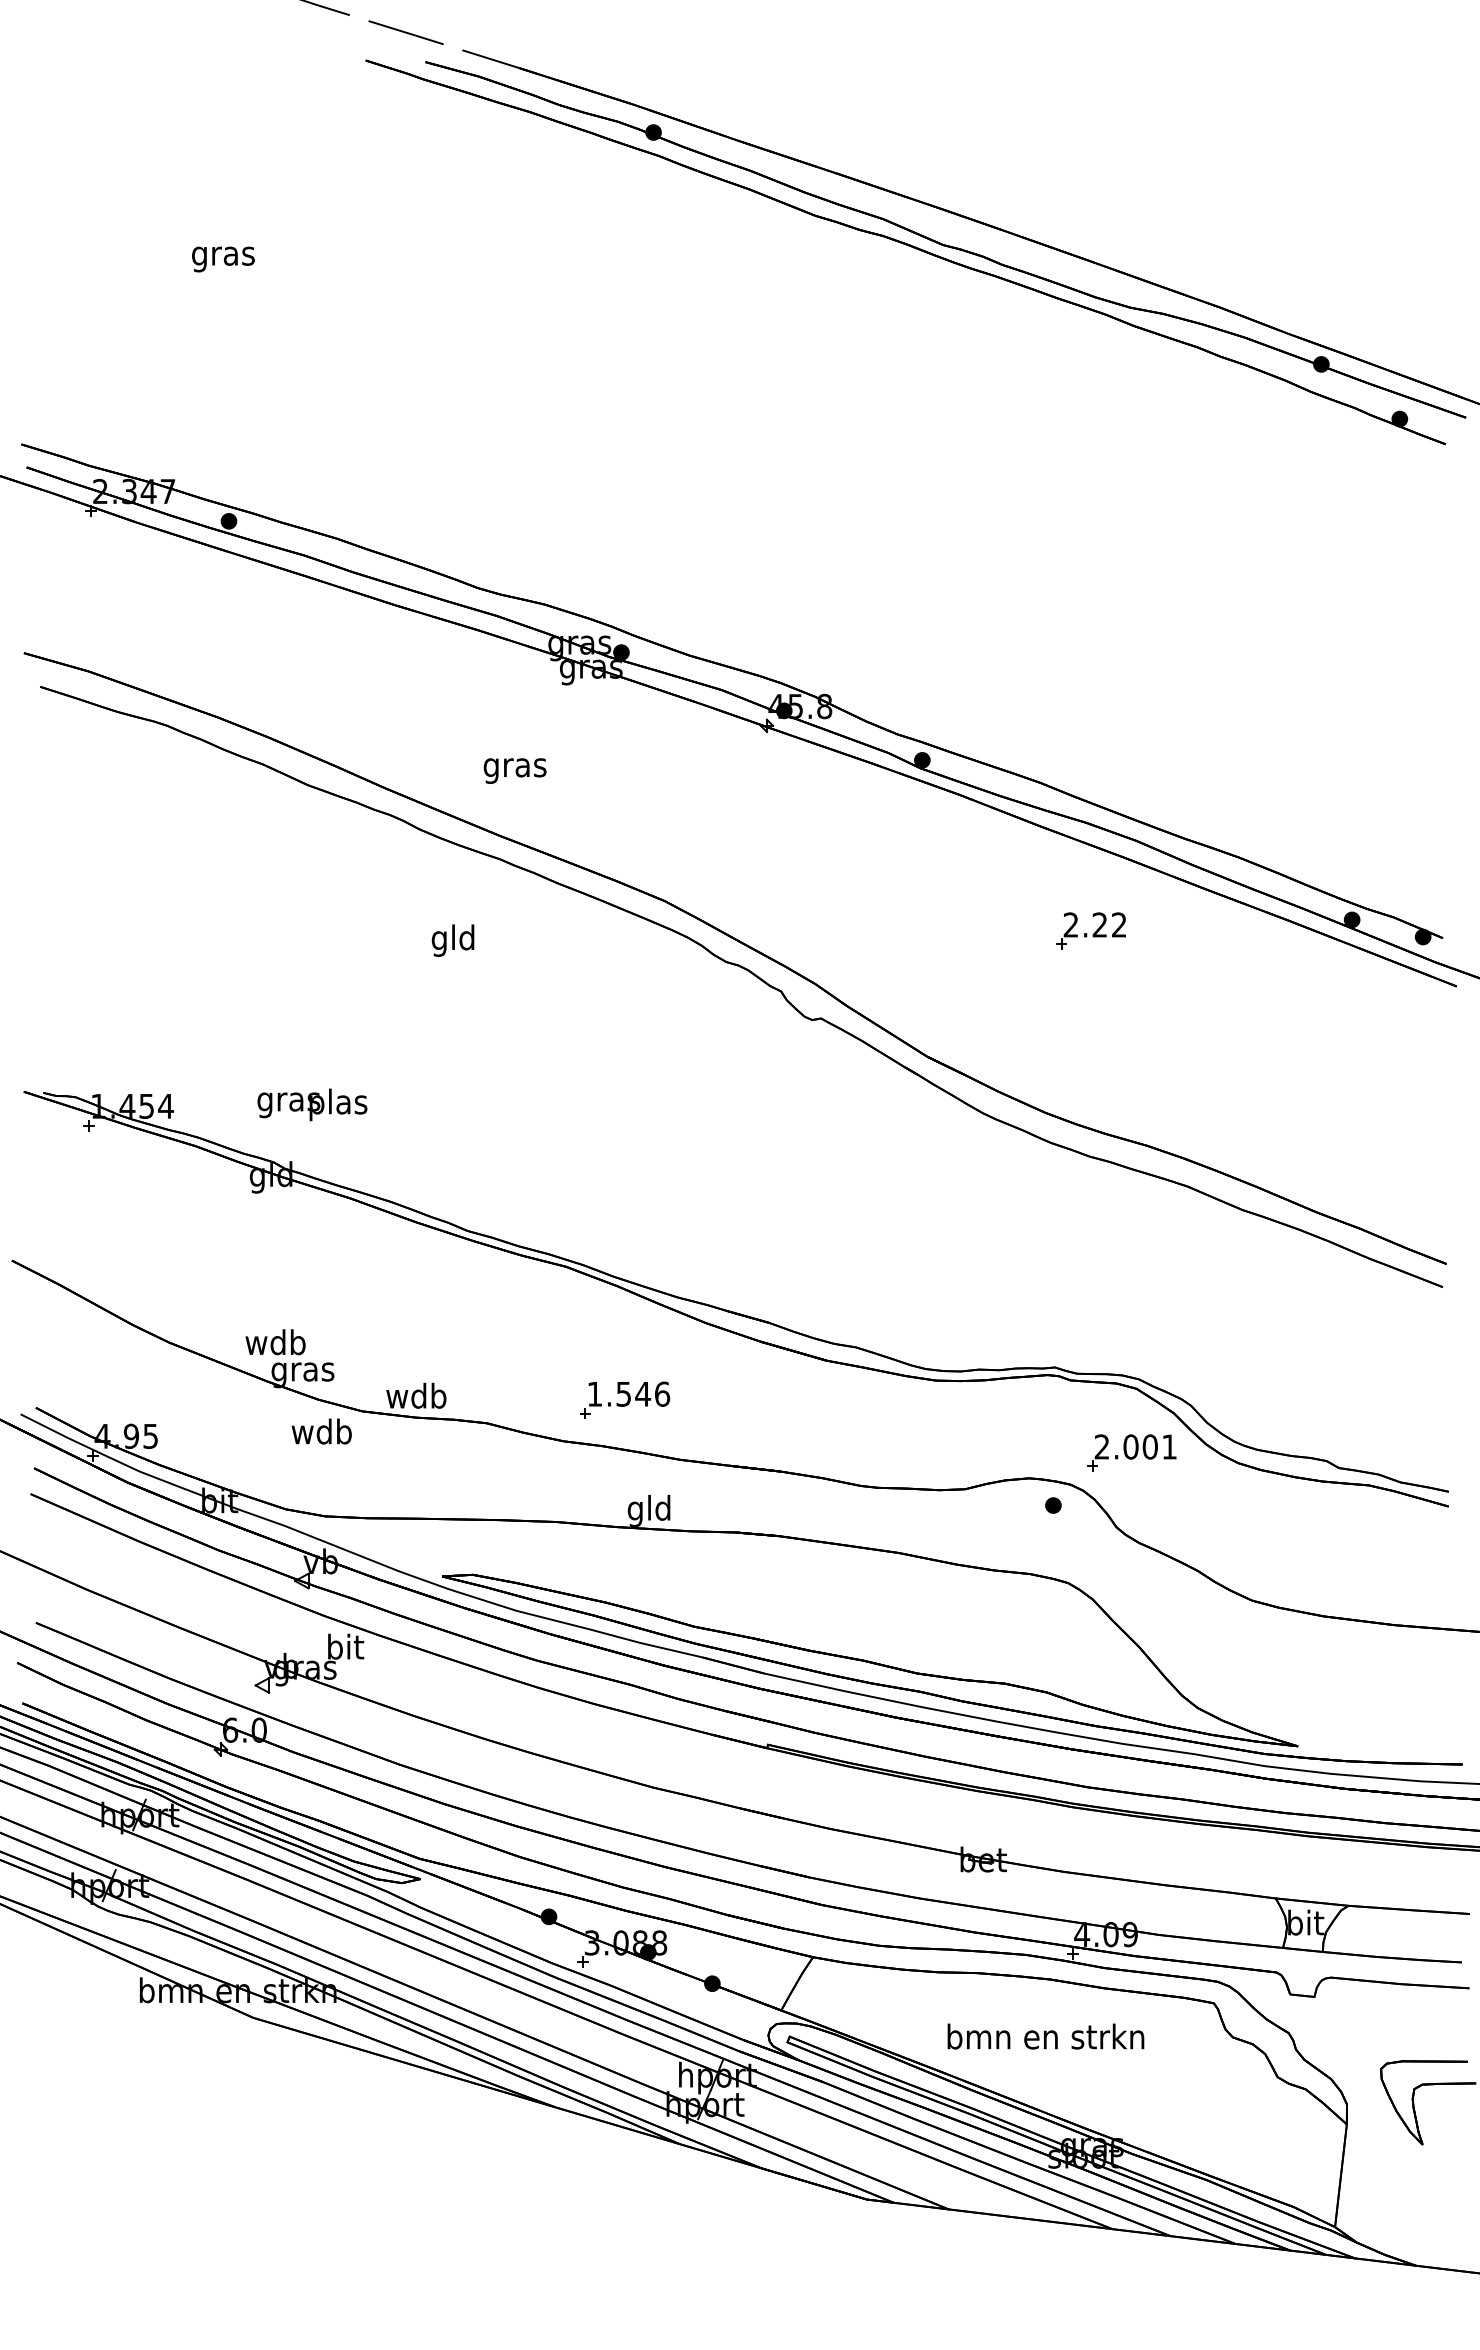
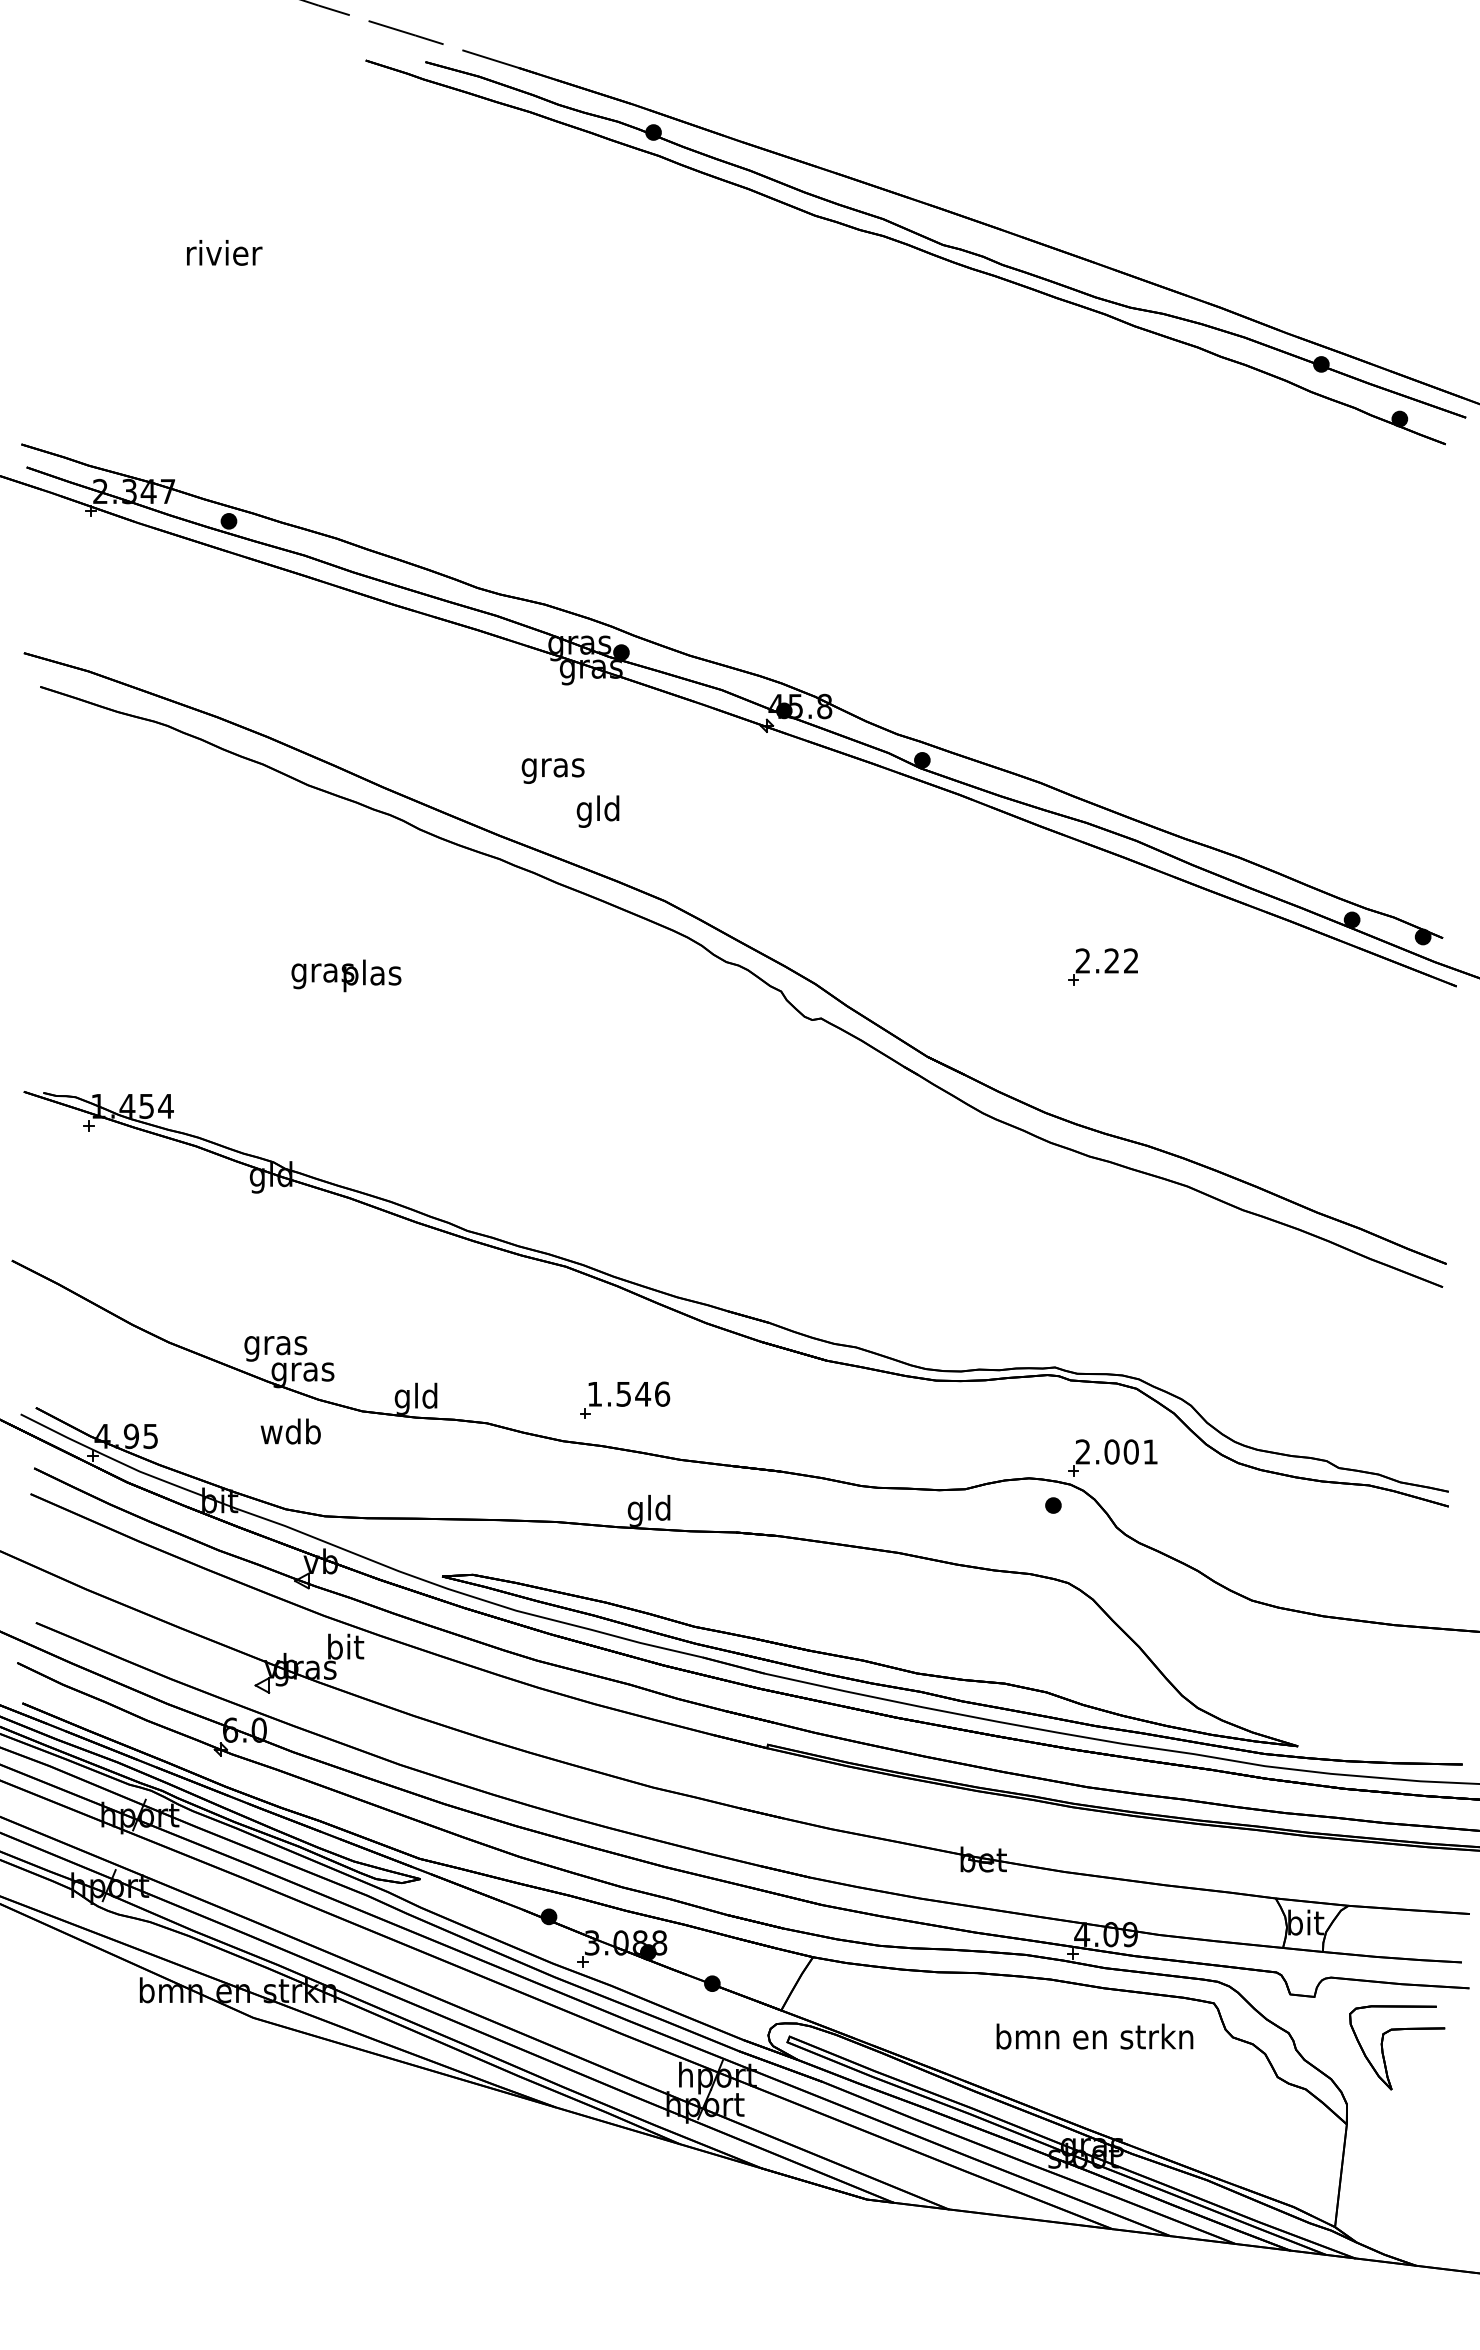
text at (224, 256): gras -> rivier
text at (514, 770) position: (514, 770) -> (552, 770)
part at (1090, 930) position: (1090, 930) -> (1102, 966)
text at (452, 940) position: (452, 940) -> (597, 811)
text at (312, 1104) position: (312, 1104) -> (346, 975)
text at (275, 1345): wdb -> gras
text at (416, 1398): wdb -> gld
text at (321, 1431) position: (321, 1431) -> (290, 1431)
part at (1131, 1452) position: (1131, 1452) -> (1112, 1457)
text at (1045, 2036) position: (1045, 2036) -> (1094, 2036)
part at (1414, 2103) position: (1414, 2103) -> (1383, 2048)
